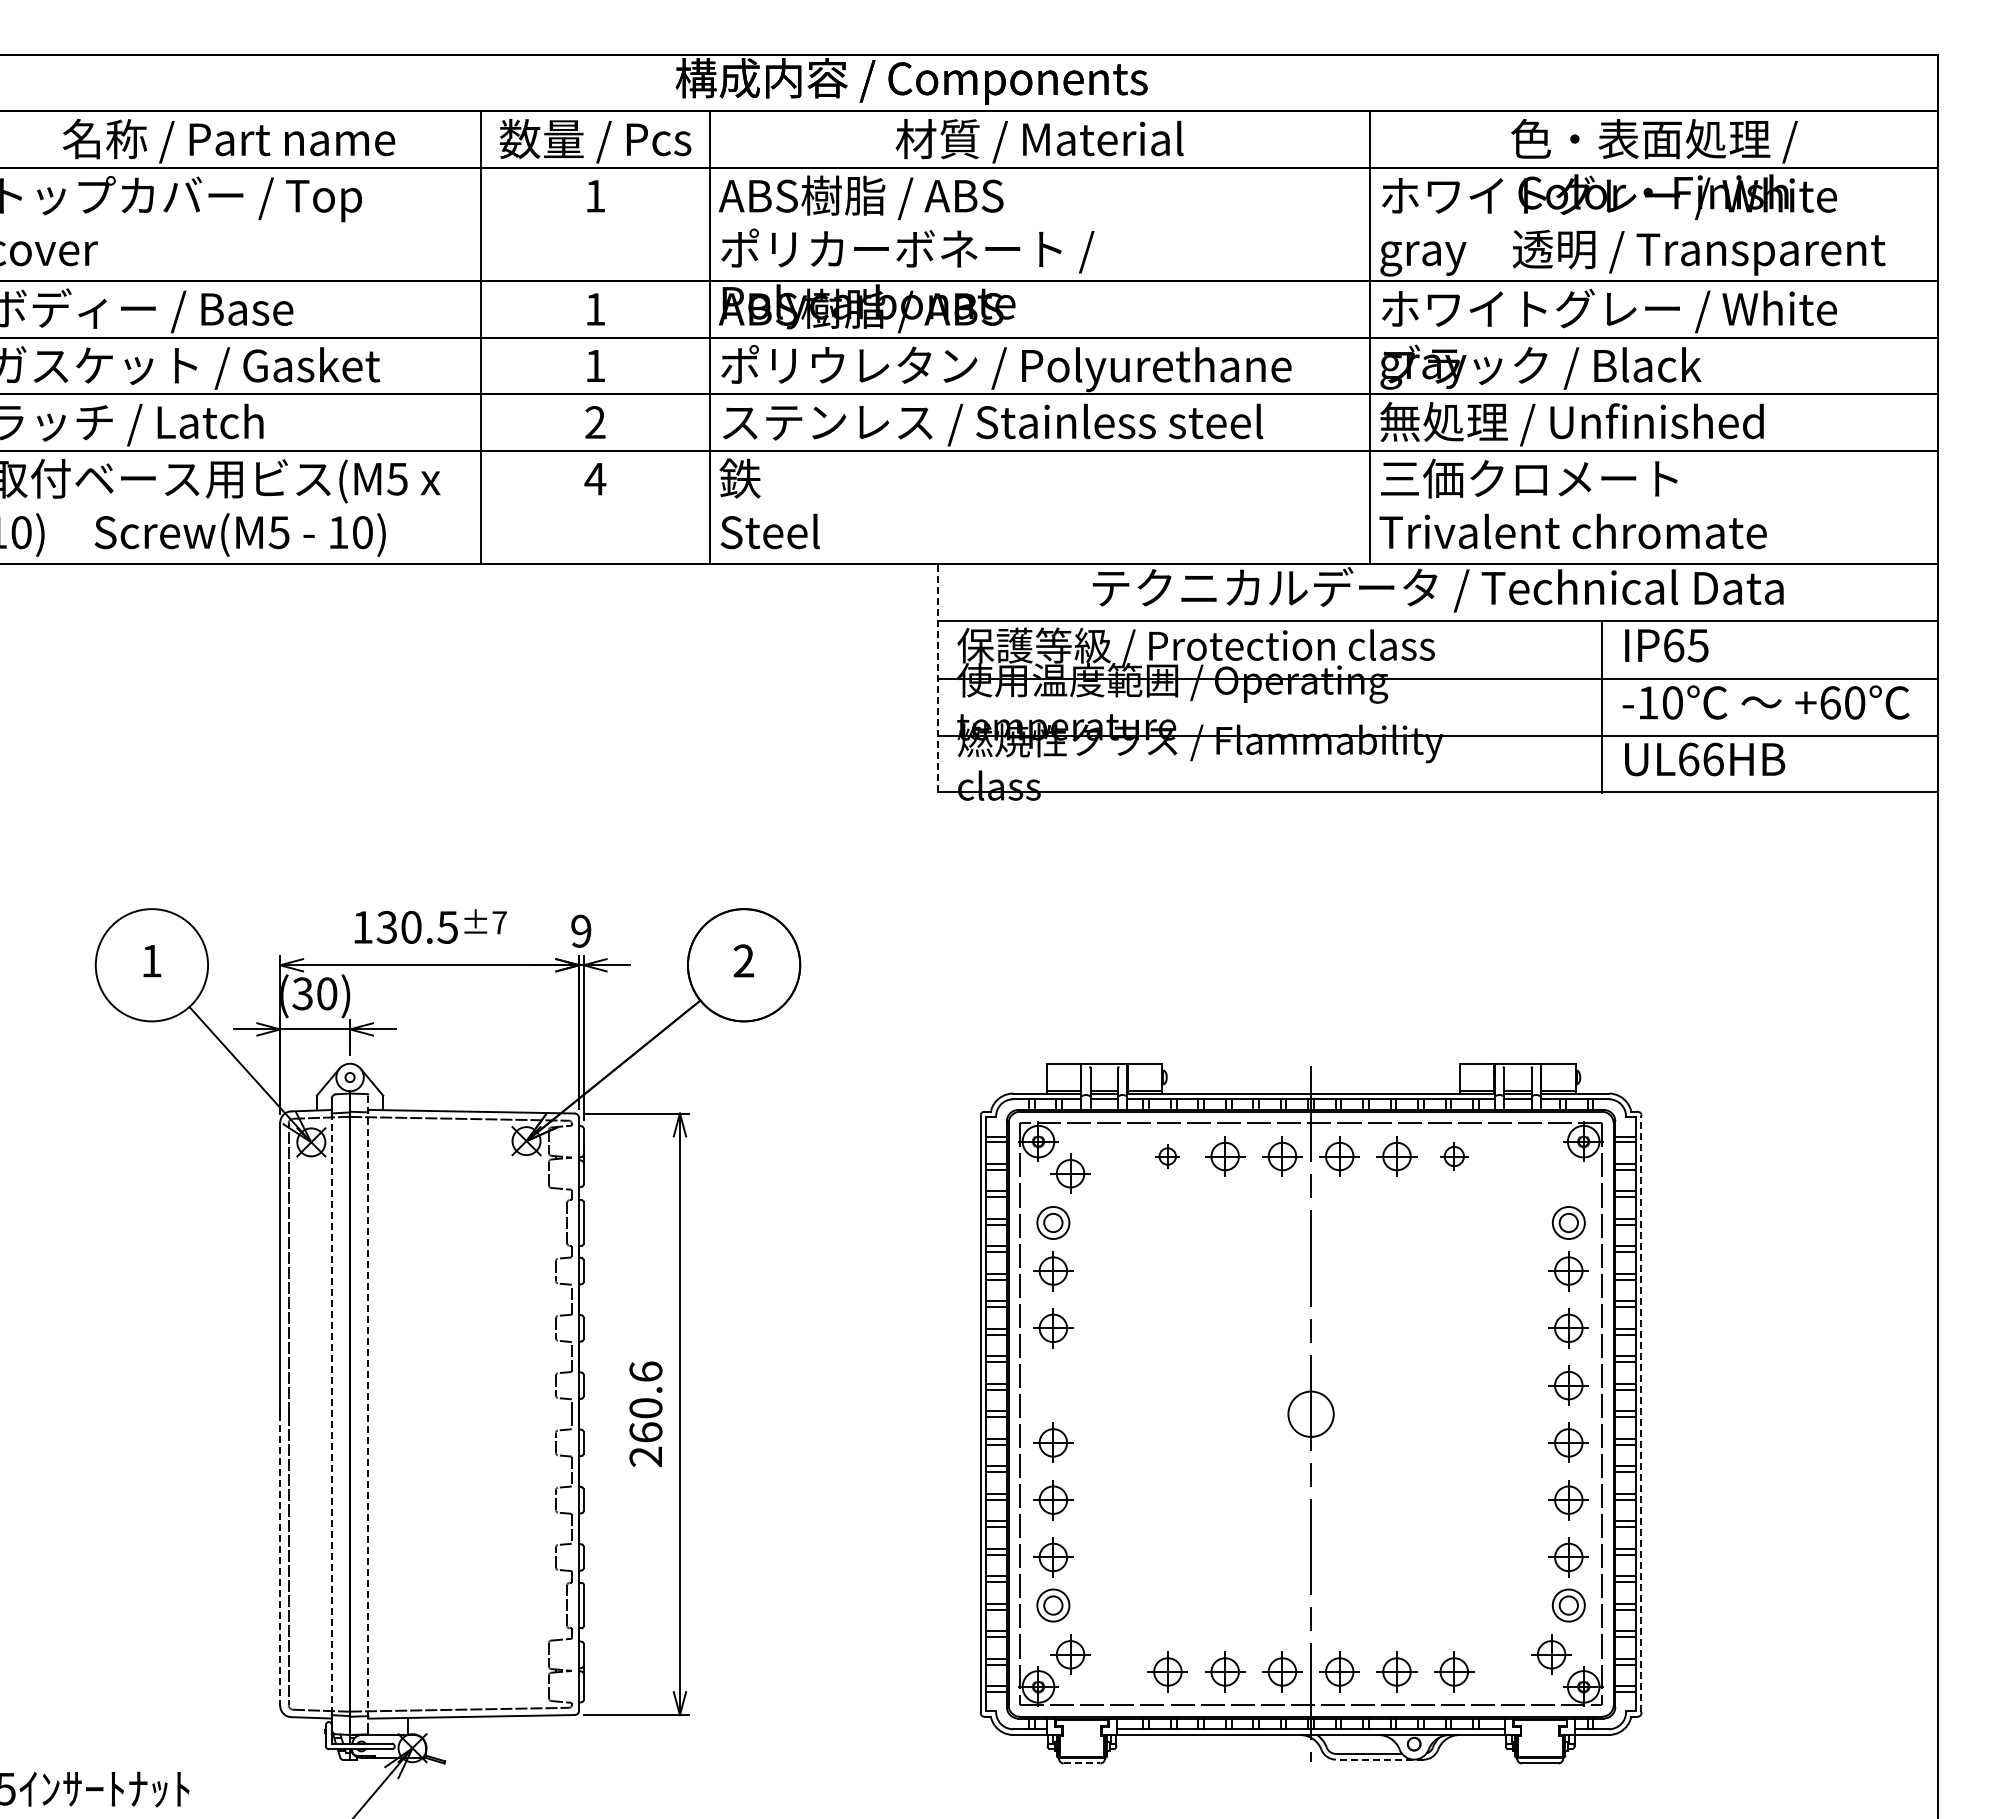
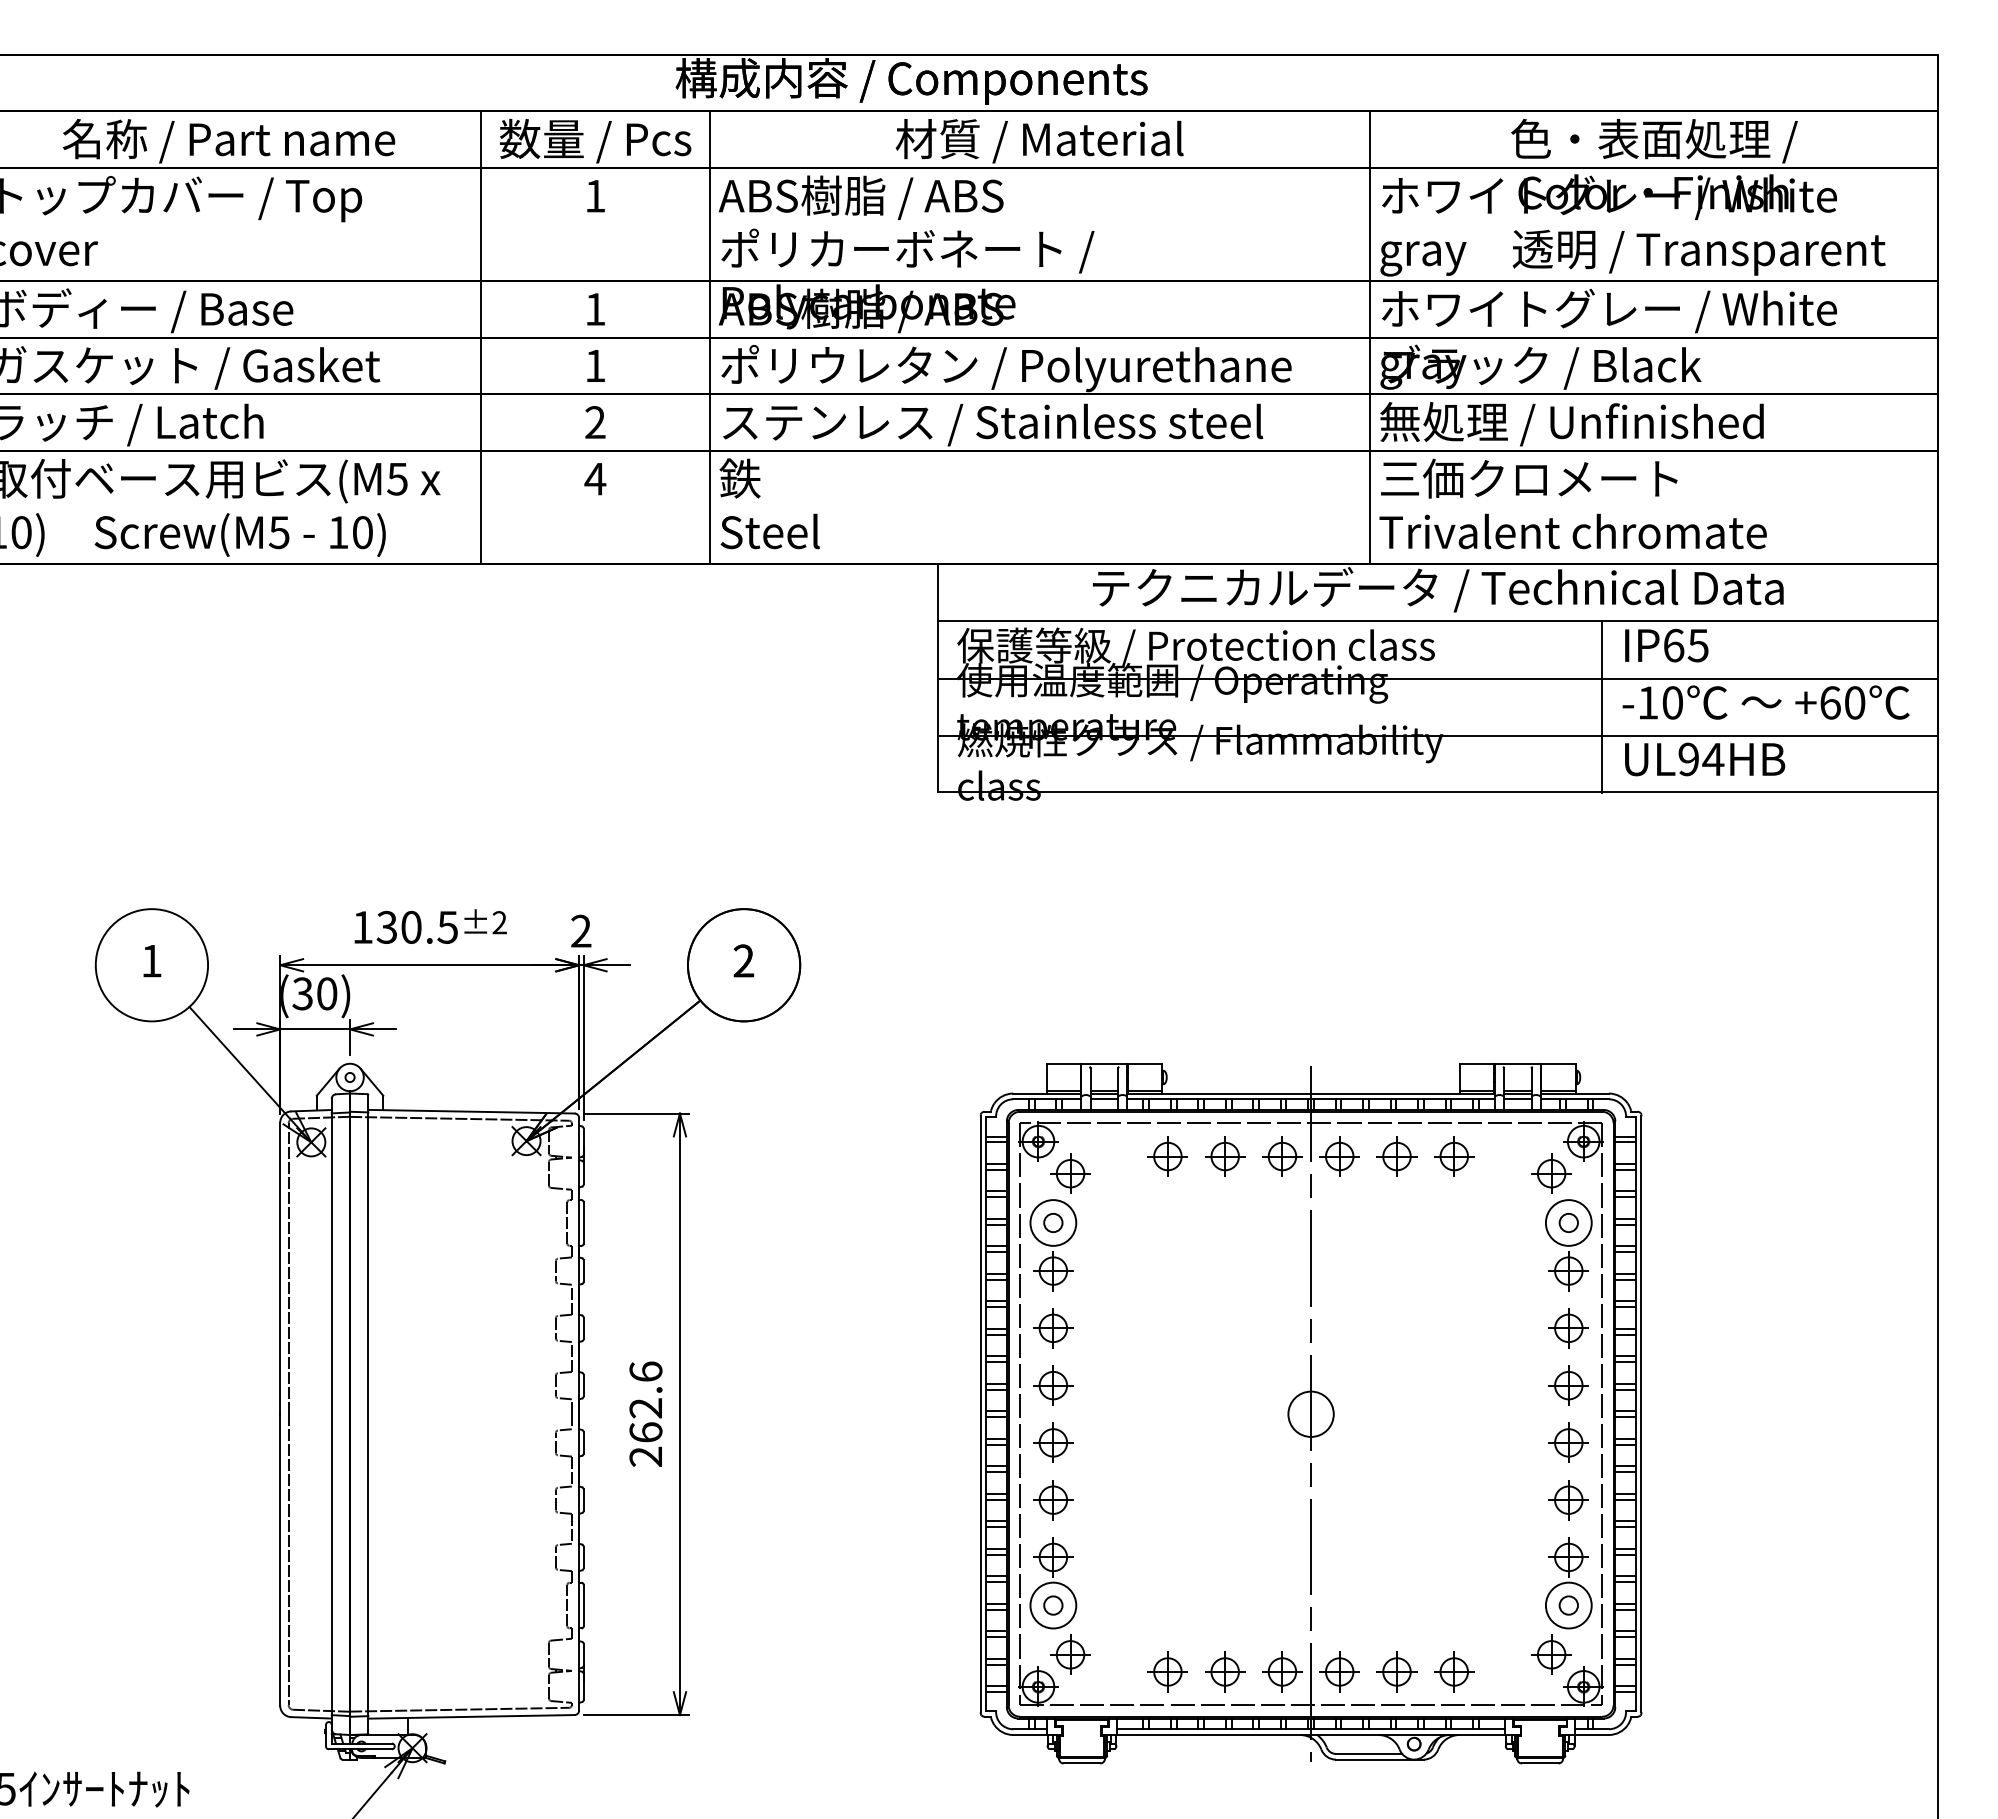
line at (937, 677): dashed -> solid
text at (1701, 759): UL66HB -> UL94HB
text at (499, 922): ±7 -> ±2
text at (581, 931): 9 -> 2
part at (1167, 1156) size: 25x25 px -> 41x41 px
part at (1454, 1156) size: 29x29 px -> 41x41 px
part at (1551, 1173): none -> present
circle at (1053, 1222) diameter: 32 px -> 46 px
circle at (1568, 1222) diameter: 32 px -> 46 px
part at (1053, 1385): none -> present
text at (645, 1408): 260.6 -> 262.6
line at (368, 1412): dashed -> solid
line at (331, 1414): dashed -> solid
line at (1641, 1414): dashed -> solid
line at (280, 1559): dashed -> solid
circle at (1053, 1605) diameter: 32 px -> 46 px
circle at (1568, 1605) diameter: 32 px -> 46 px
line at (1379, 1759): dashed -> solid
line at (1082, 1763): dashed -> solid
